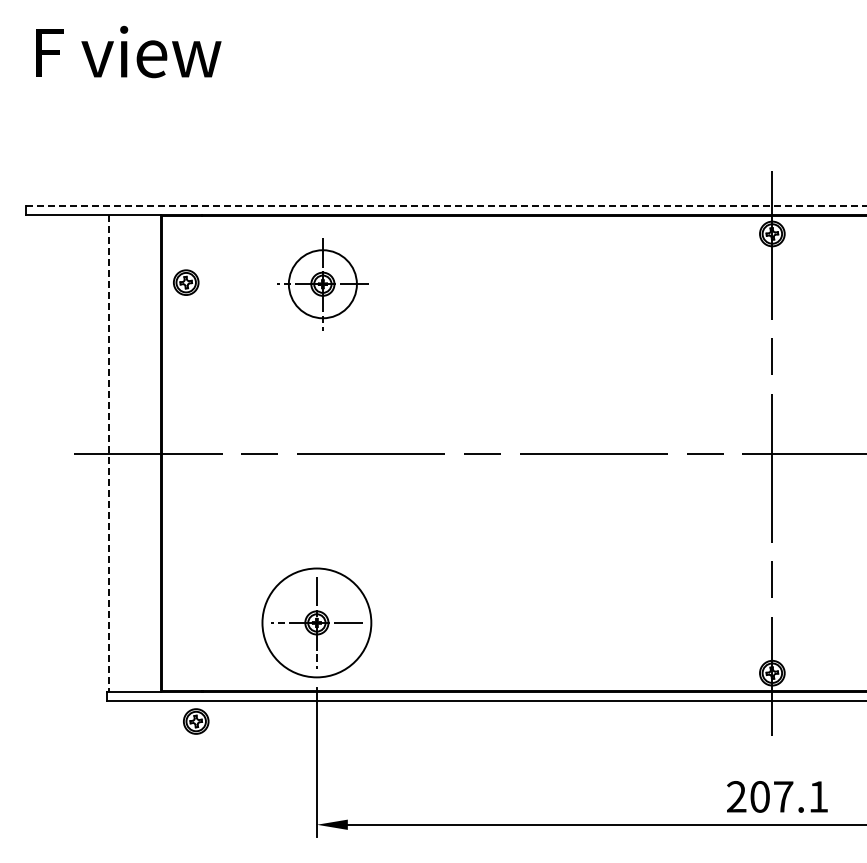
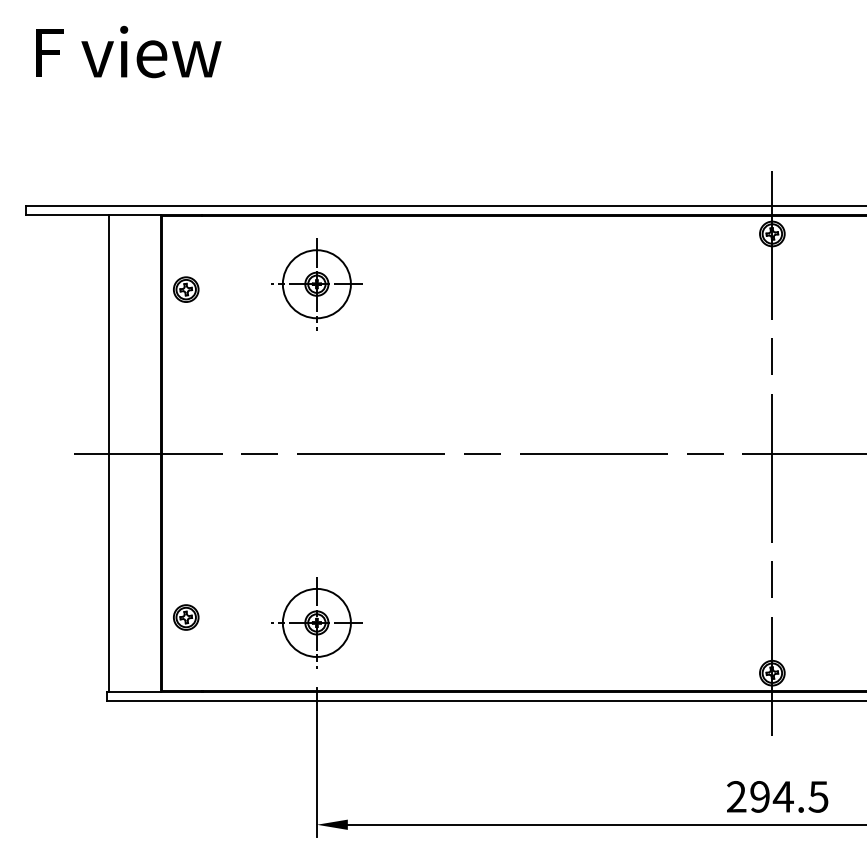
line at (446, 206): dashed -> solid
part at (186, 282) position: (186, 282) -> (186, 289)
part at (322, 284) position: (322, 284) -> (316, 284)
line at (108, 454): dashed -> solid
circle at (316, 622) diameter: 109 px -> 68 px
part at (196, 721) position: (196, 721) -> (186, 617)
text at (789, 796): 207.1 -> 294.5
